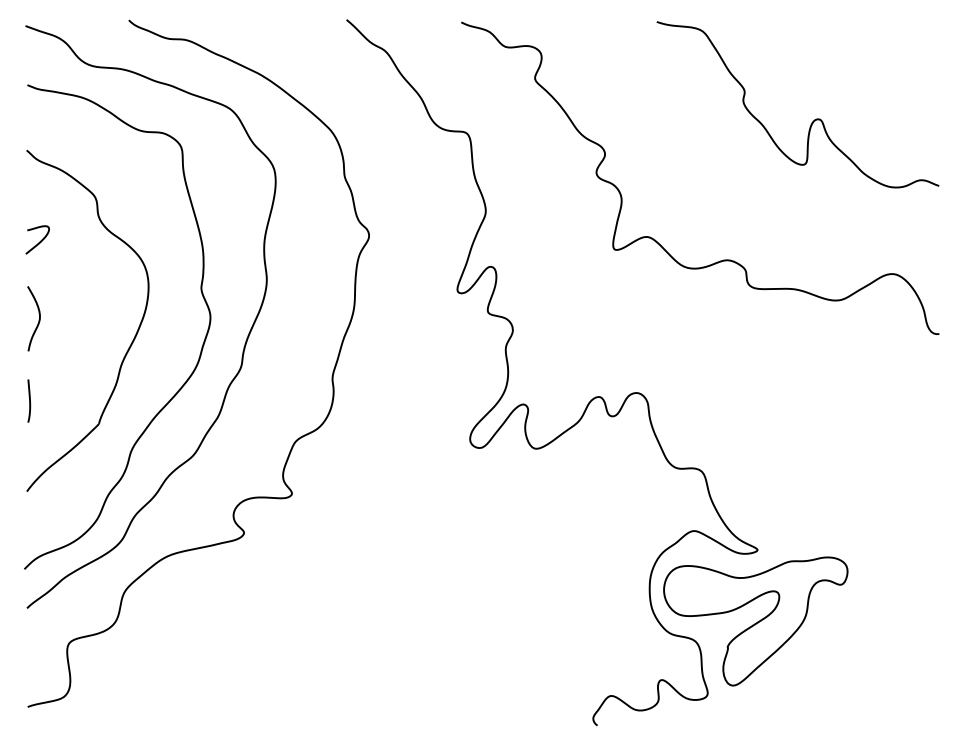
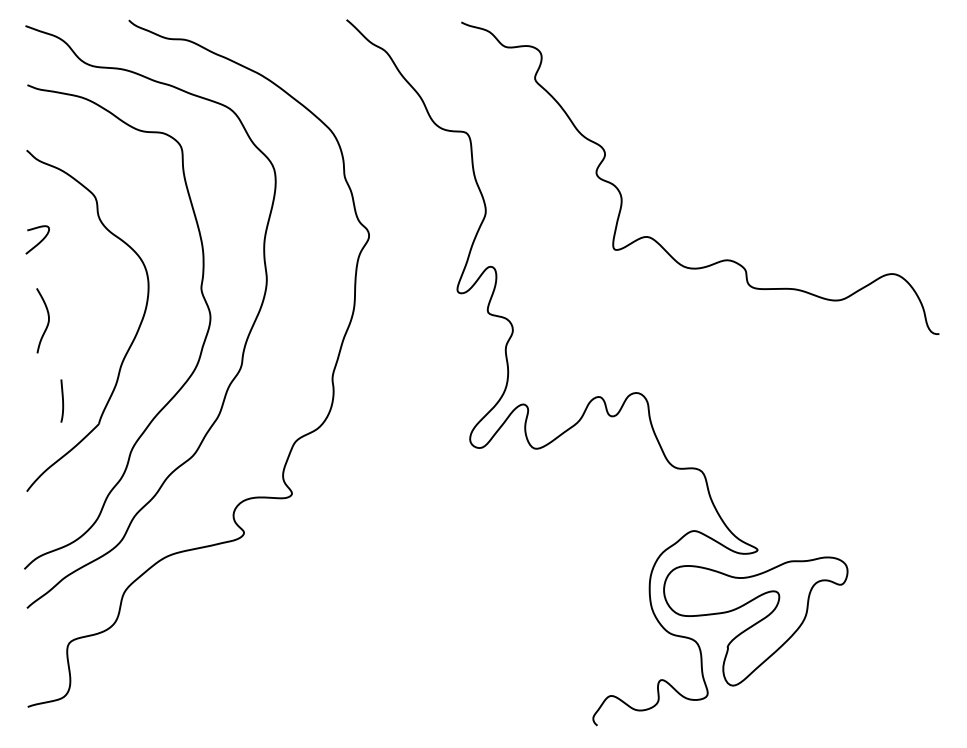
curve at (813, 120): present -> none
curve at (38, 319) position: (38, 319) -> (47, 321)
curve at (29, 400) position: (29, 400) -> (62, 400)
